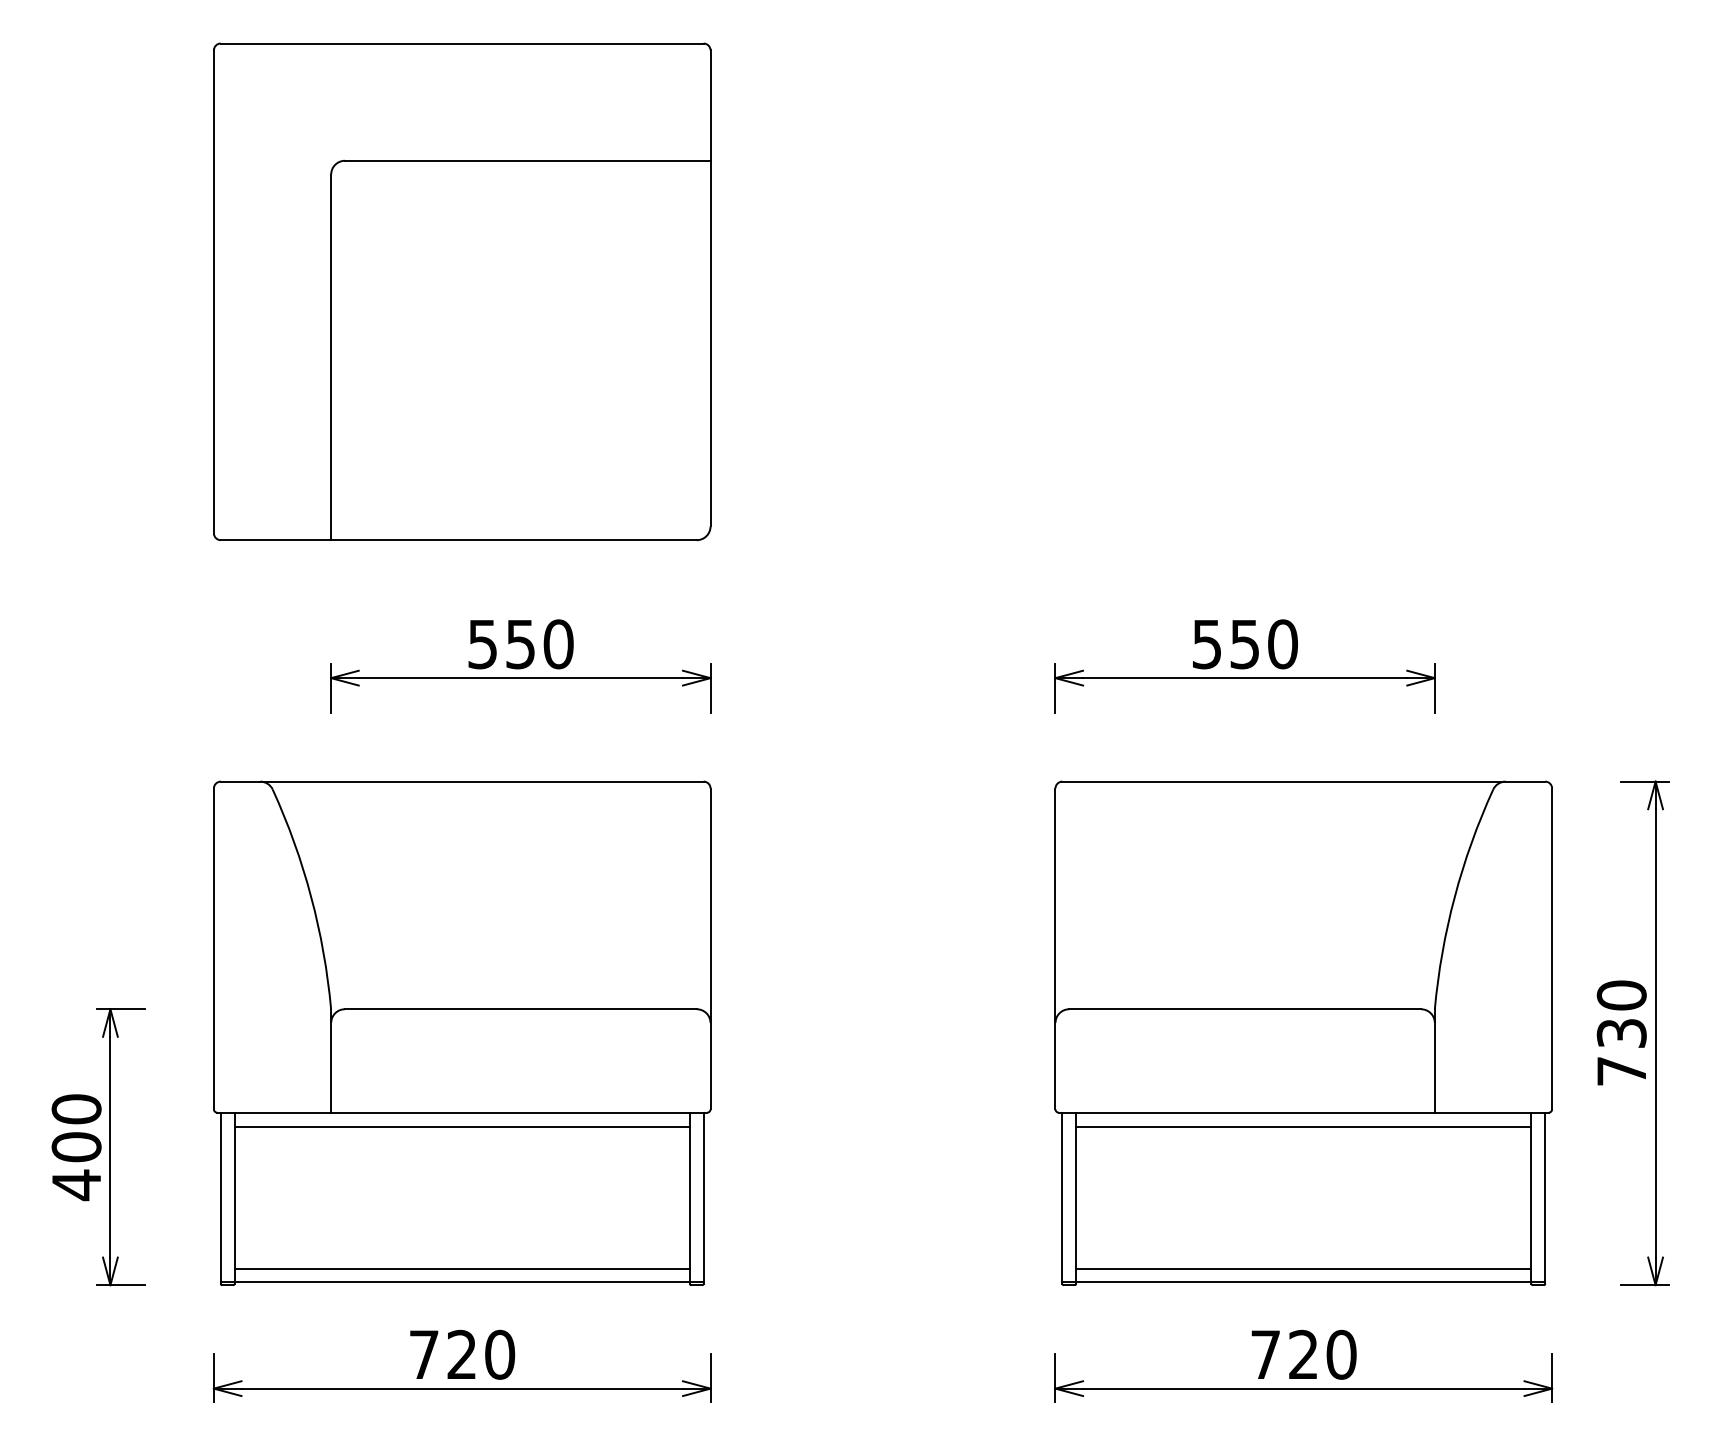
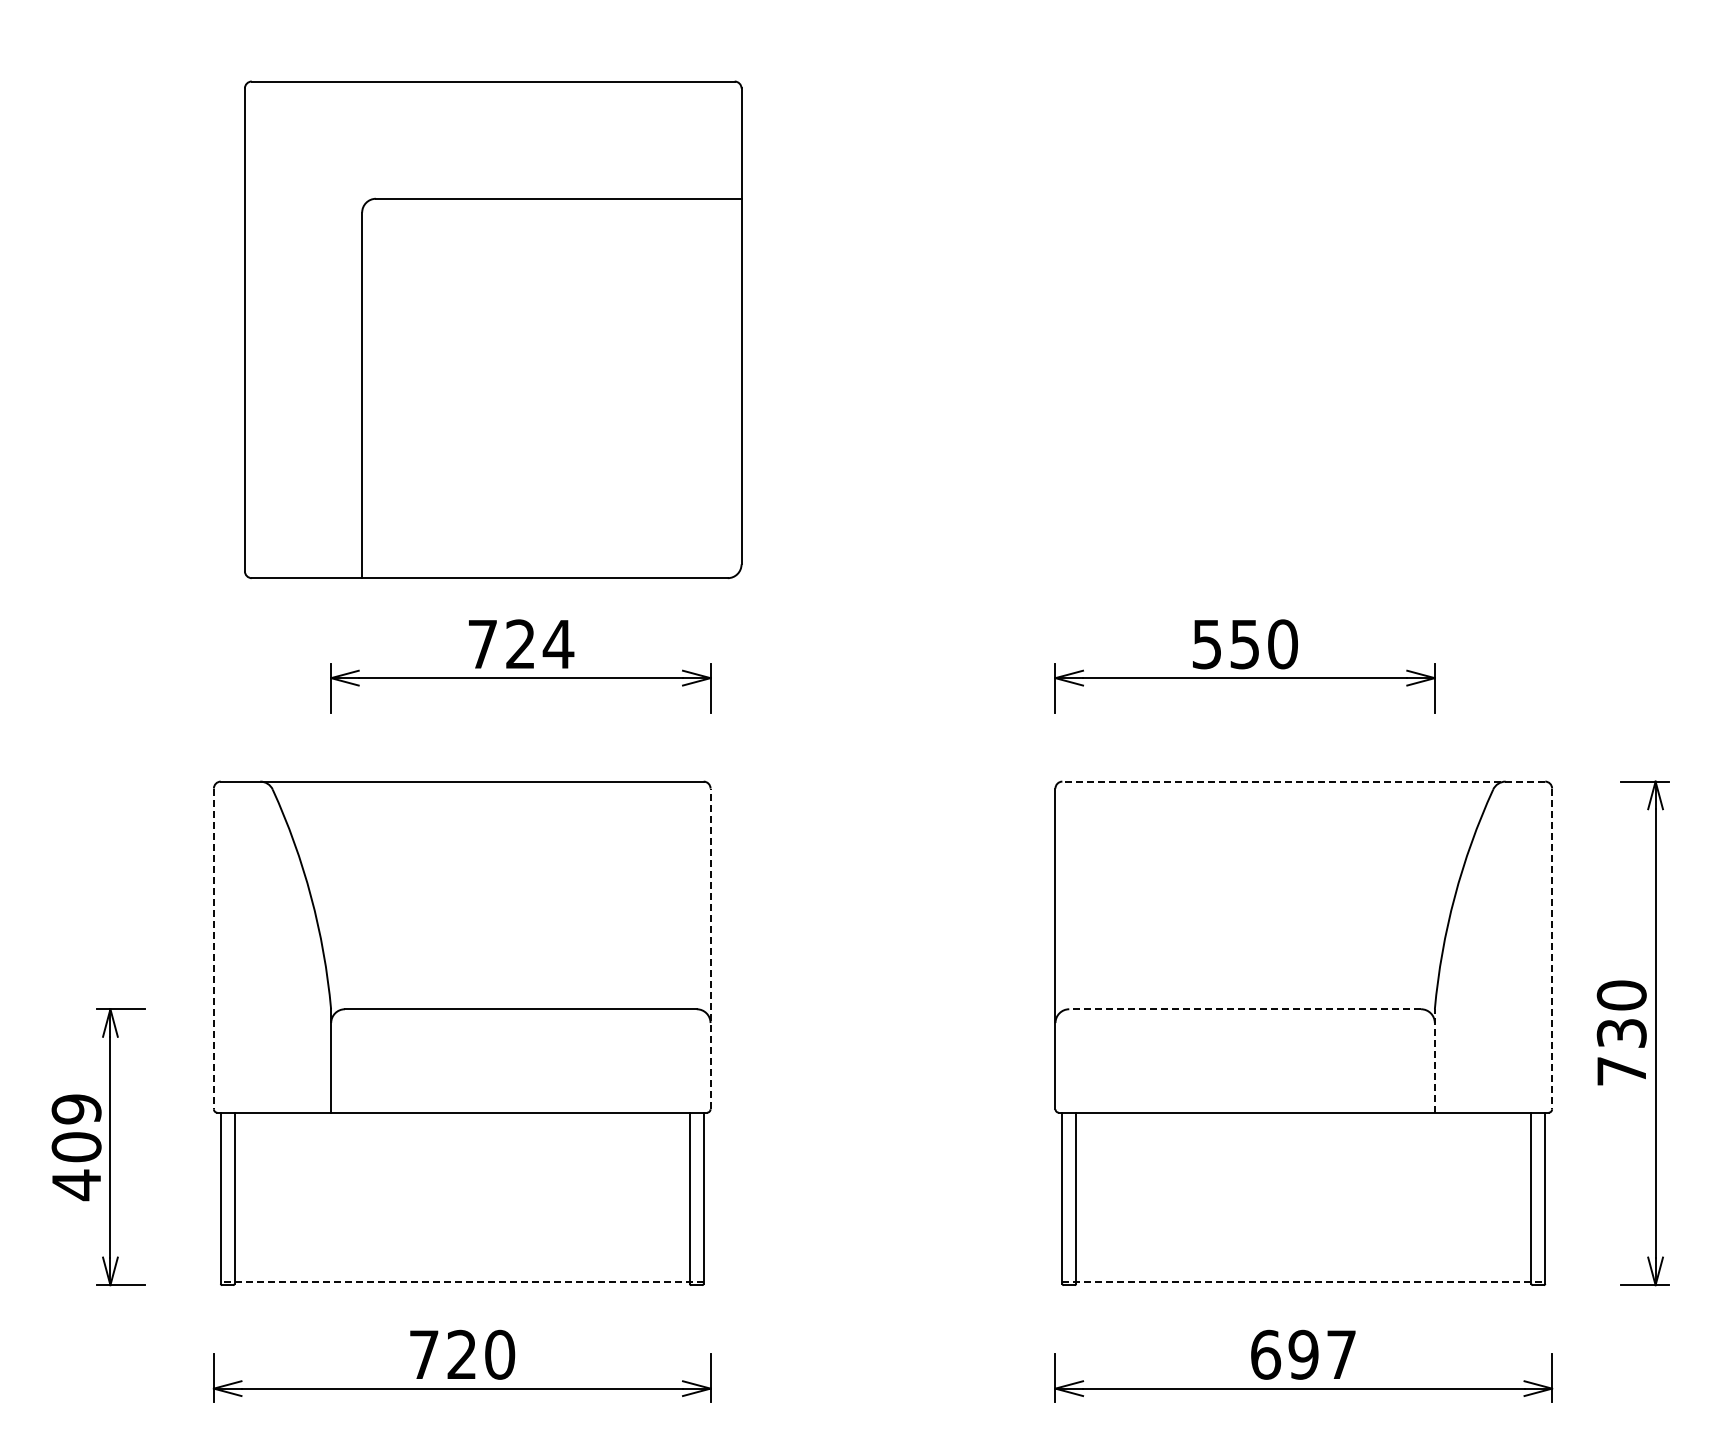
part at (462, 291) position: (462, 291) -> (493, 329)
text at (521, 644): 550 -> 724
line at (1303, 781): solid -> dashed
line at (710, 948): solid -> dashed
line at (213, 949): solid -> dashed
line at (1552, 949): solid -> dashed
line at (1245, 1009): solid -> dashed
line at (1434, 1060): solid -> dashed
text at (76, 1109): 400 -> 409
line at (461, 1126): present -> none
line at (1303, 1126): present -> none
line at (461, 1268): present -> none
line at (1303, 1268): present -> none
line at (461, 1282): solid -> dashed
line at (1304, 1282): solid -> dashed
text at (1303, 1354): 720 -> 697
